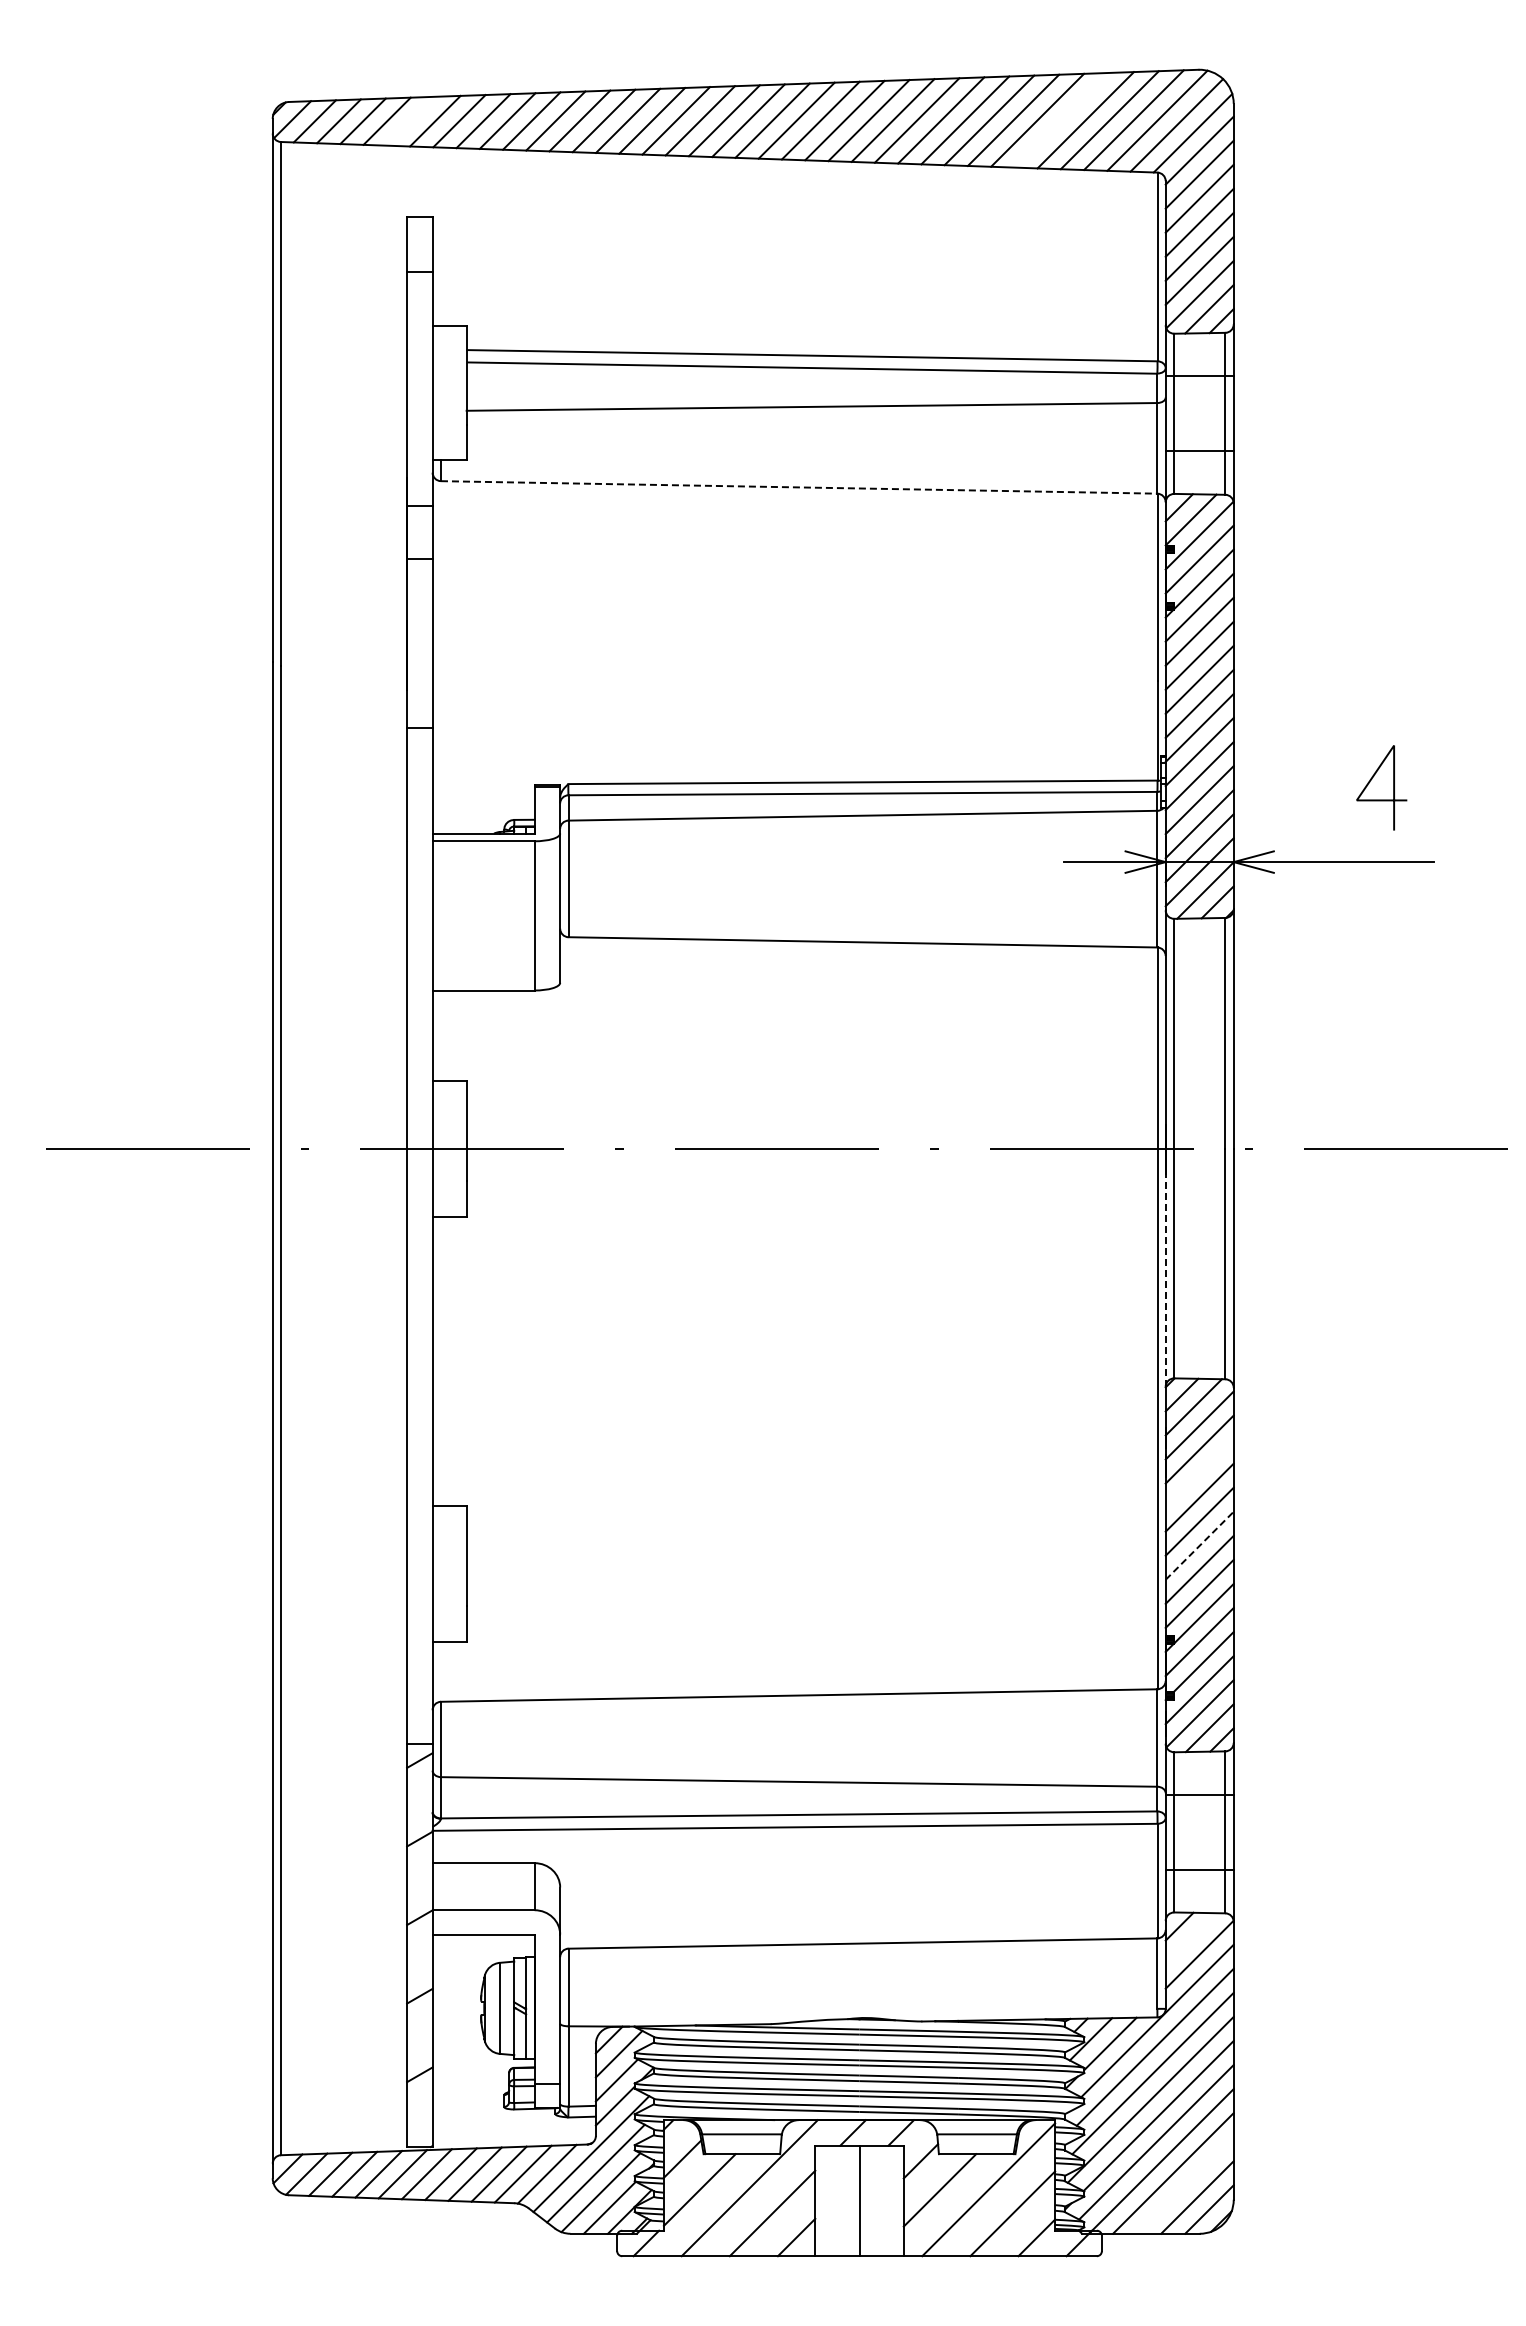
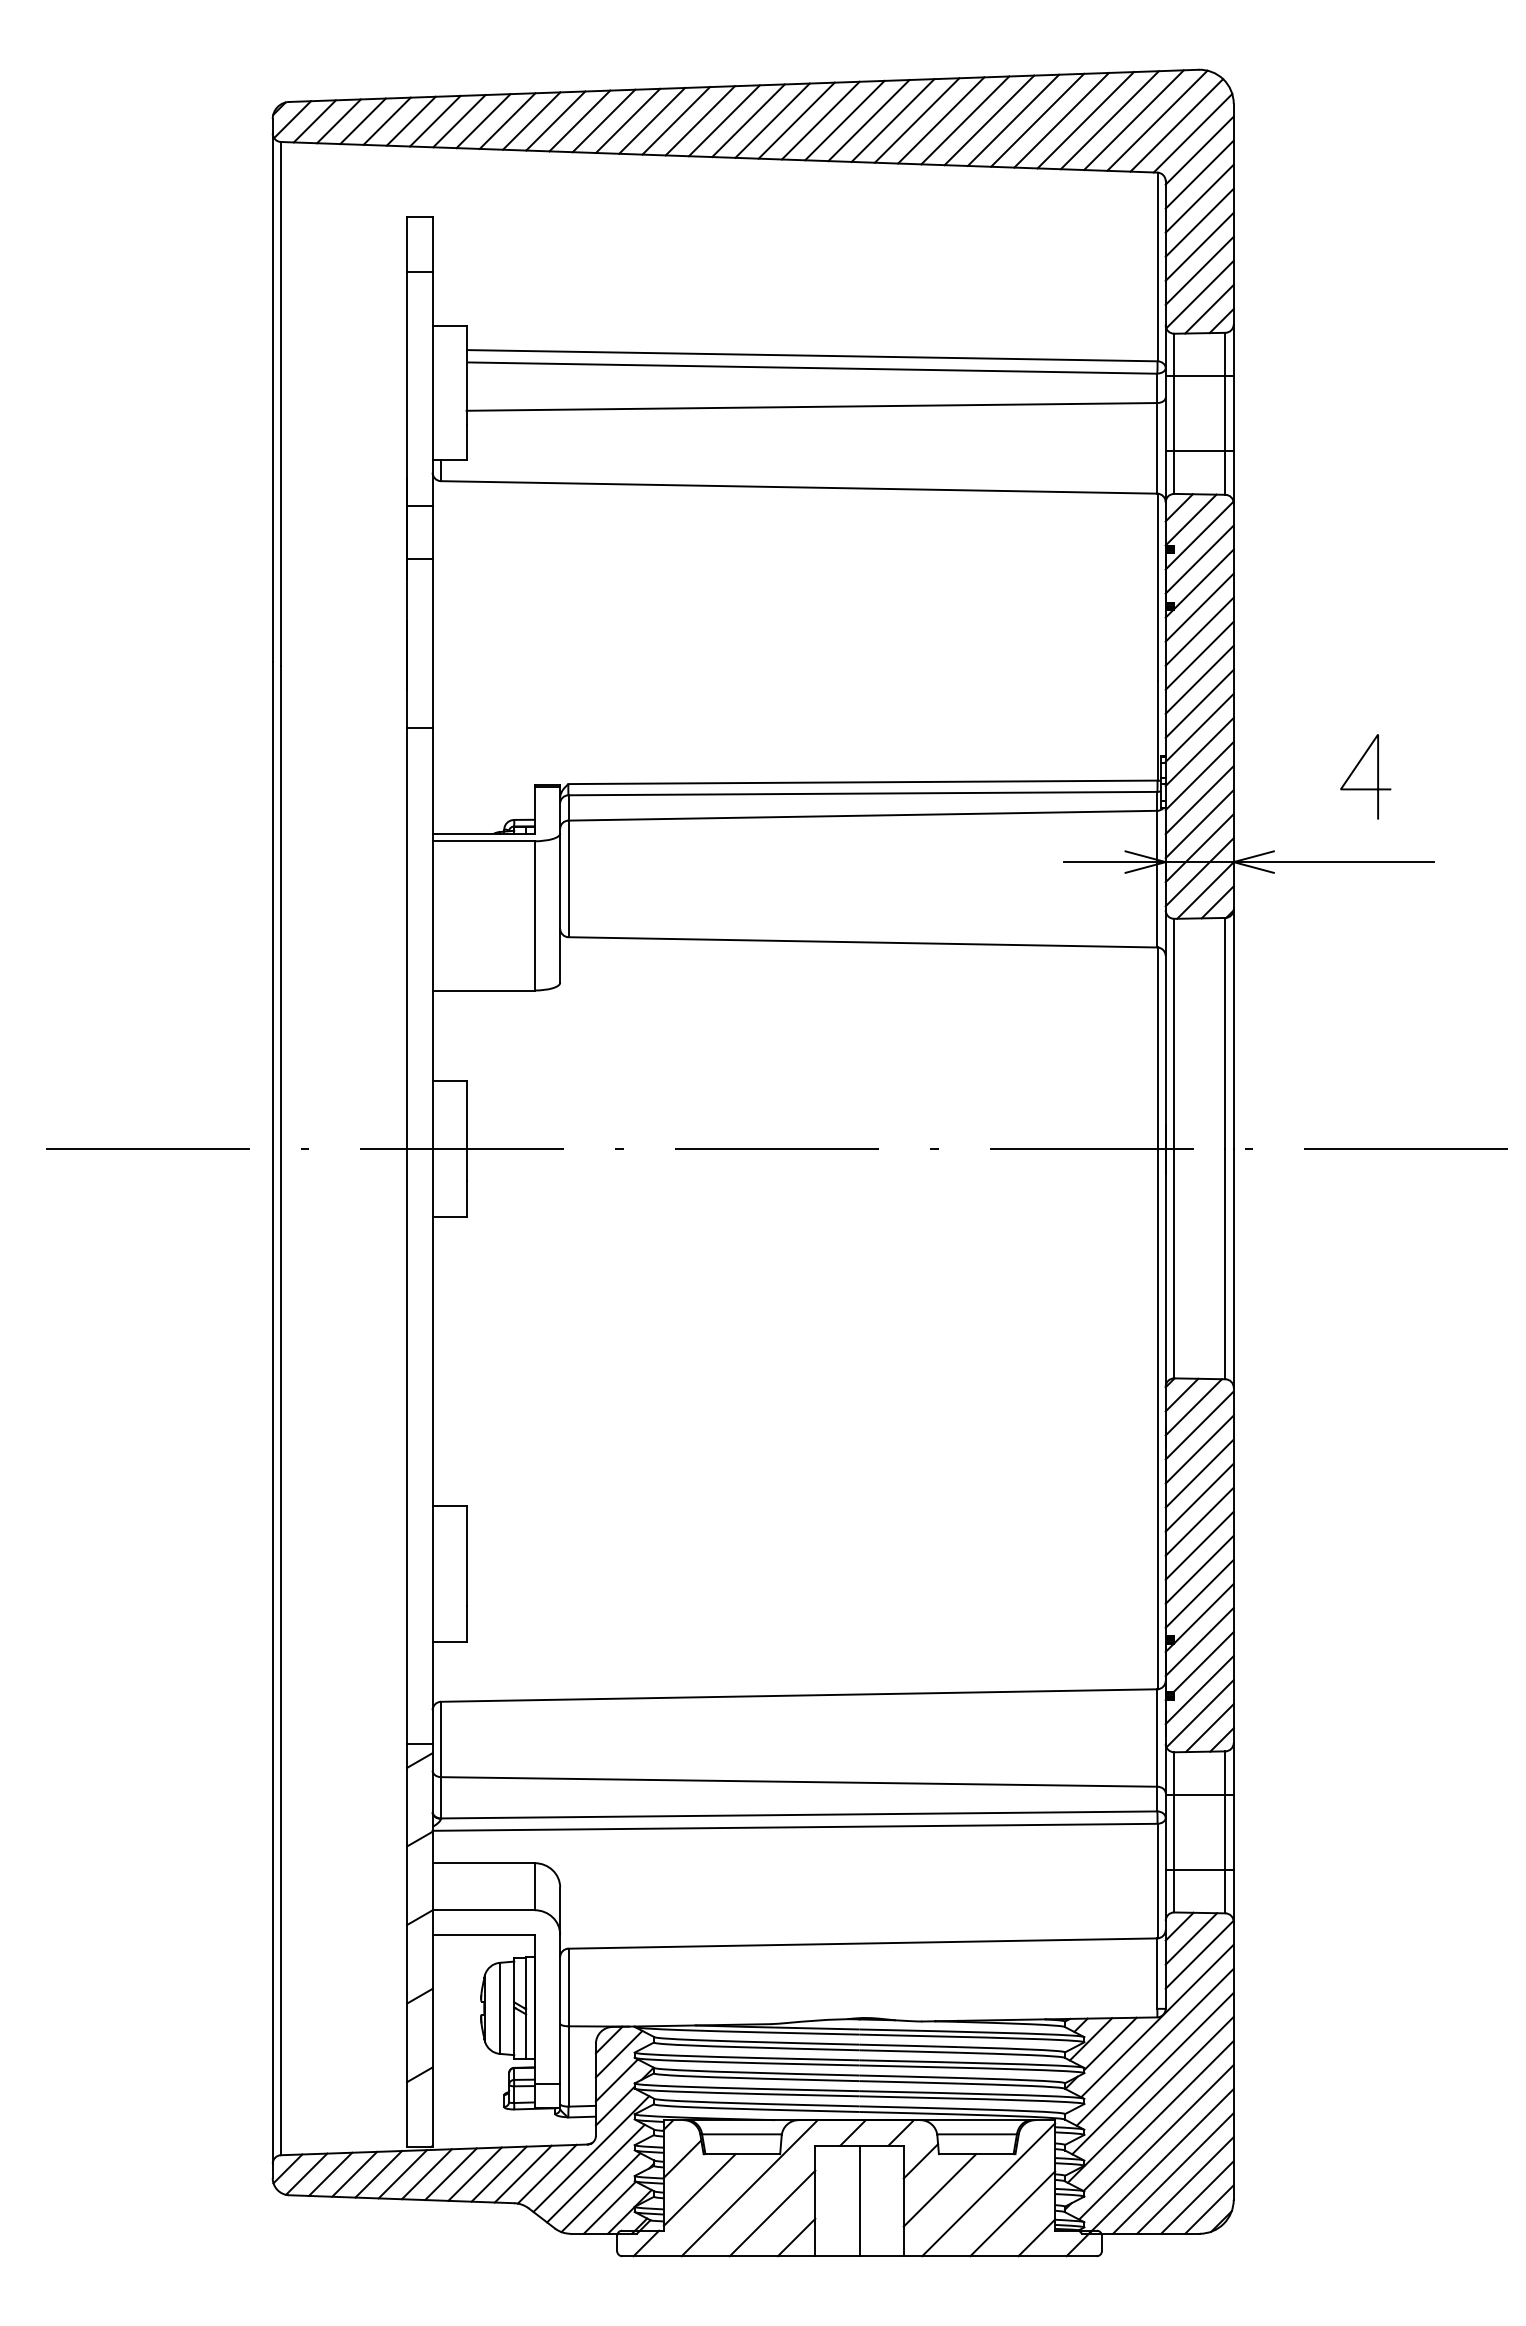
line at (1061, 119): none -> present
line at (410, 120): none -> present
line at (799, 487): dashed -> solid
line at (1393, 787) position: (1393, 787) -> (1377, 776)
line at (1165, 1267): dashed -> solid
line at (1199, 1473): none -> present
line at (1200, 1545): dashed -> solid
line at (1191, 1938): none -> present
line at (1185, 2185): none -> present
